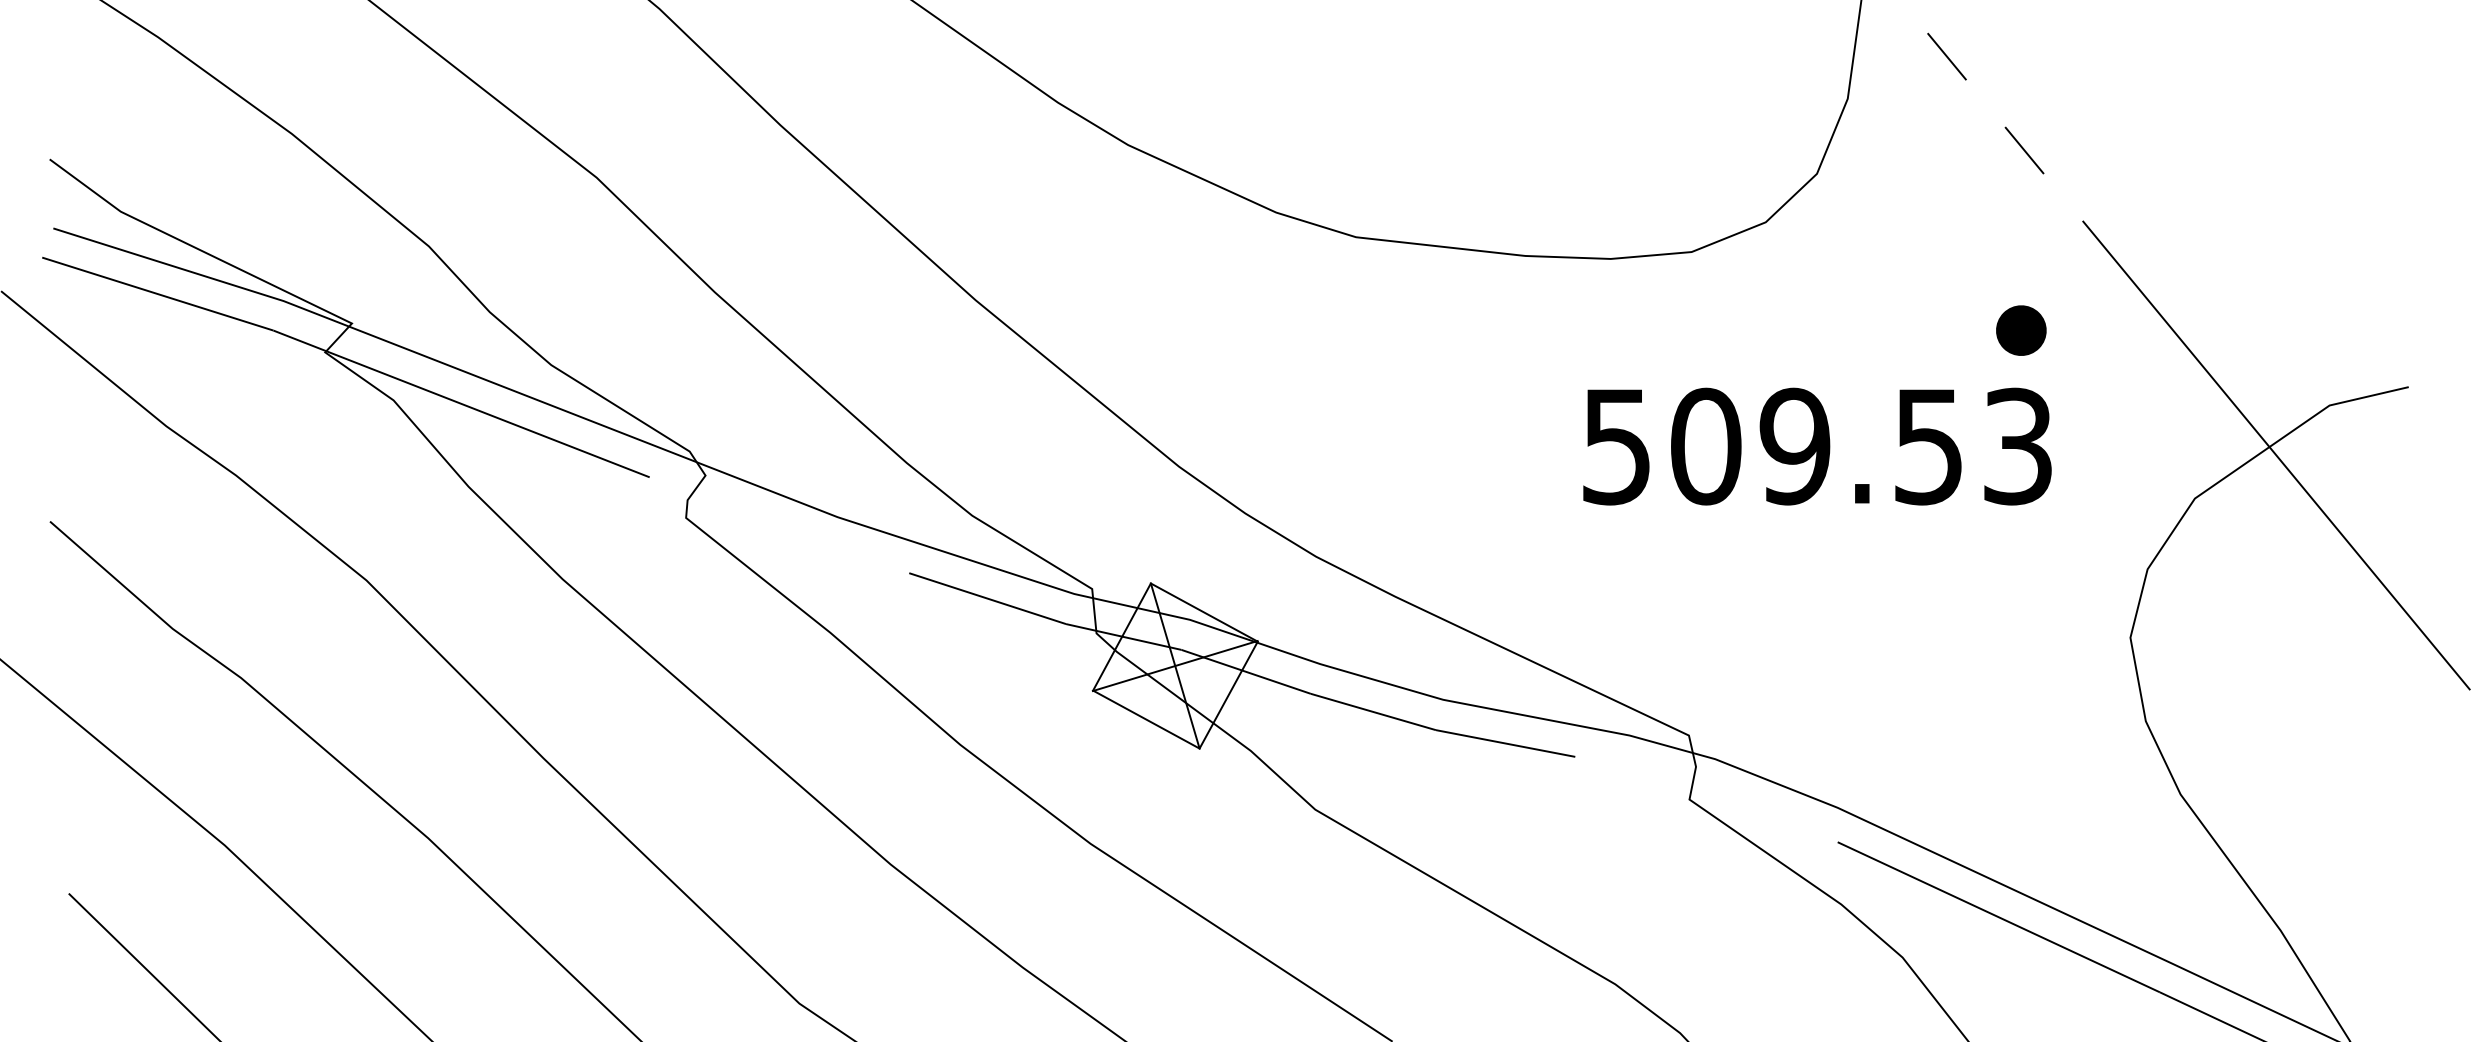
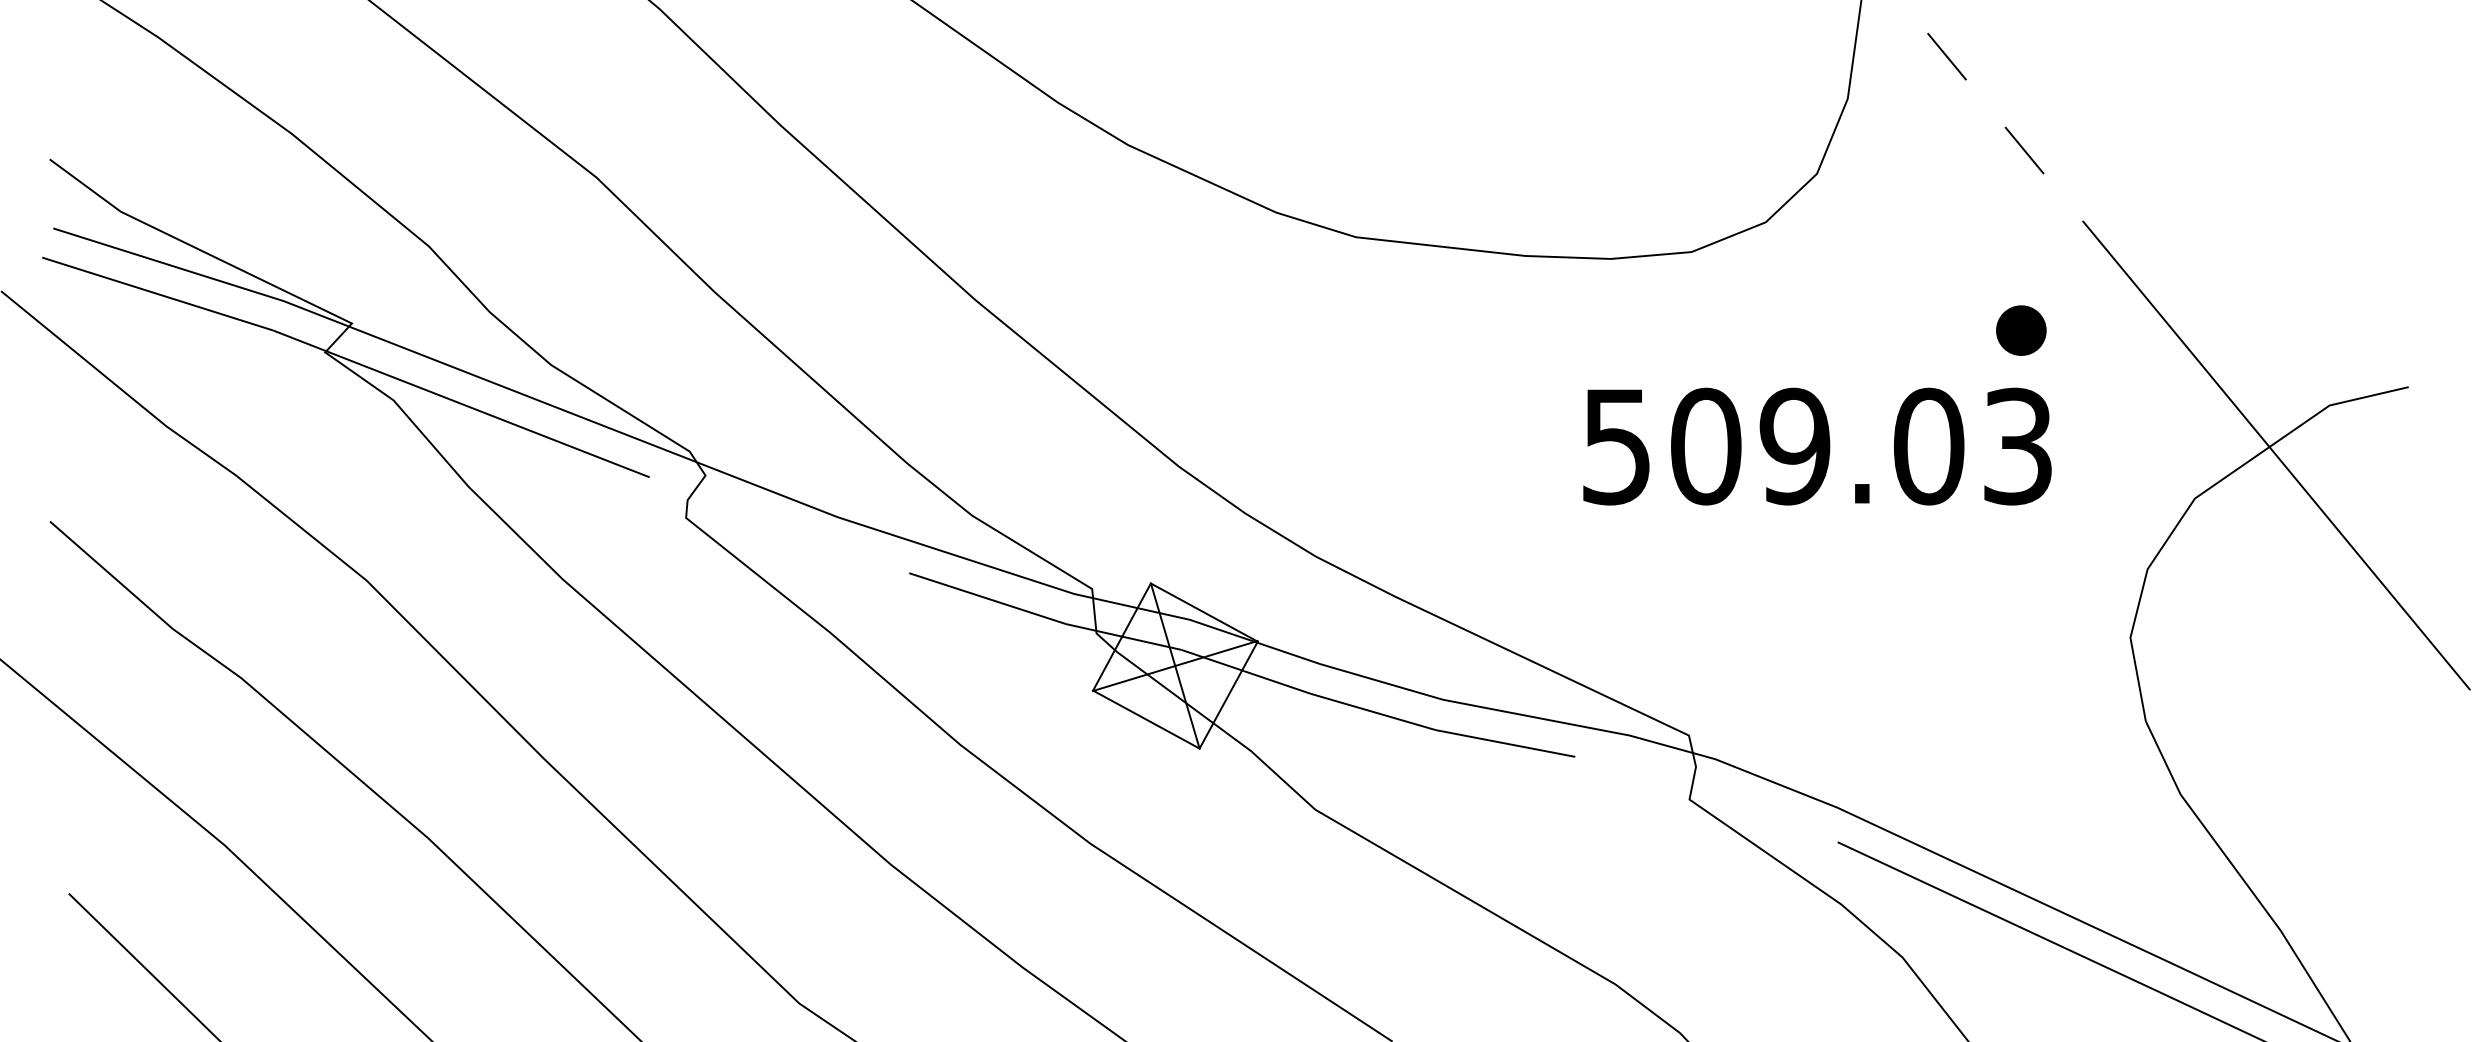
text at (1928, 446): 509.53 -> 509.03
